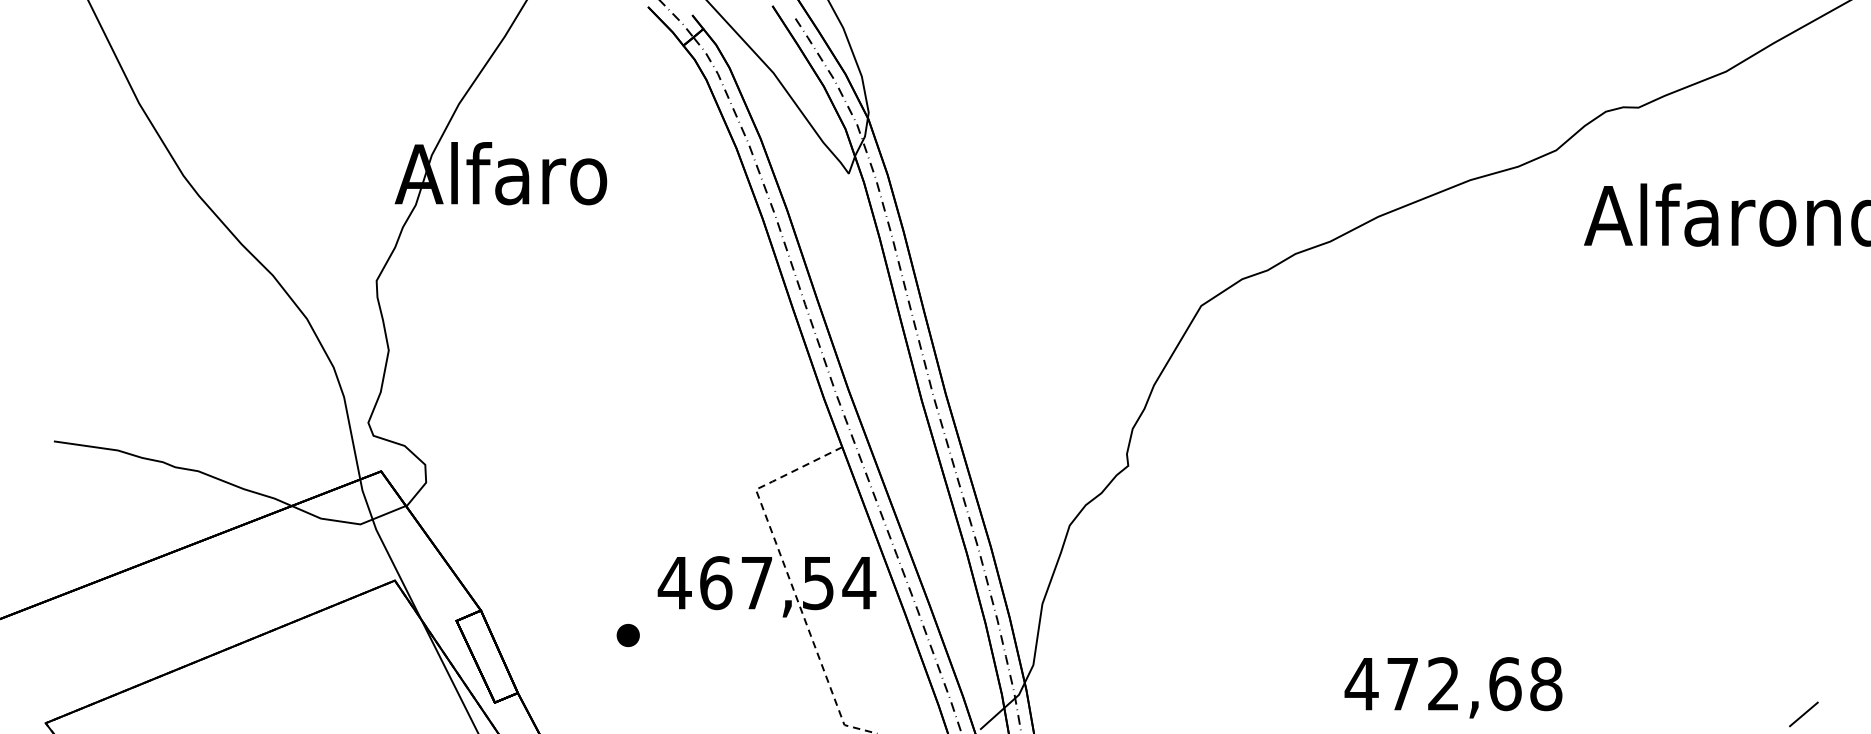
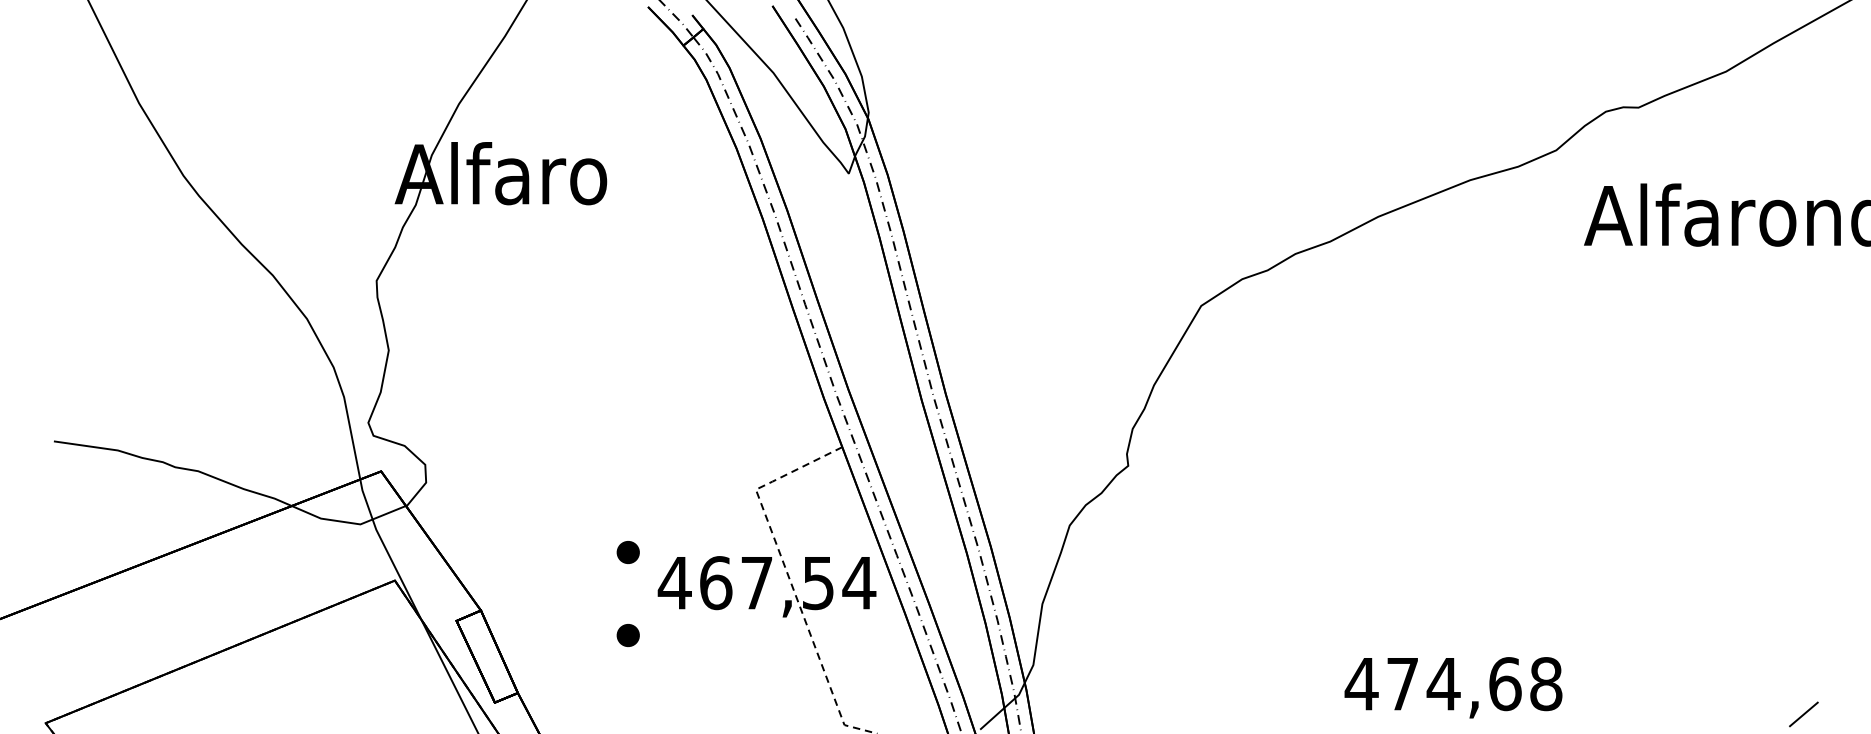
part at (627, 552): none -> present
text at (1443, 683): 472,68 -> 474,68
